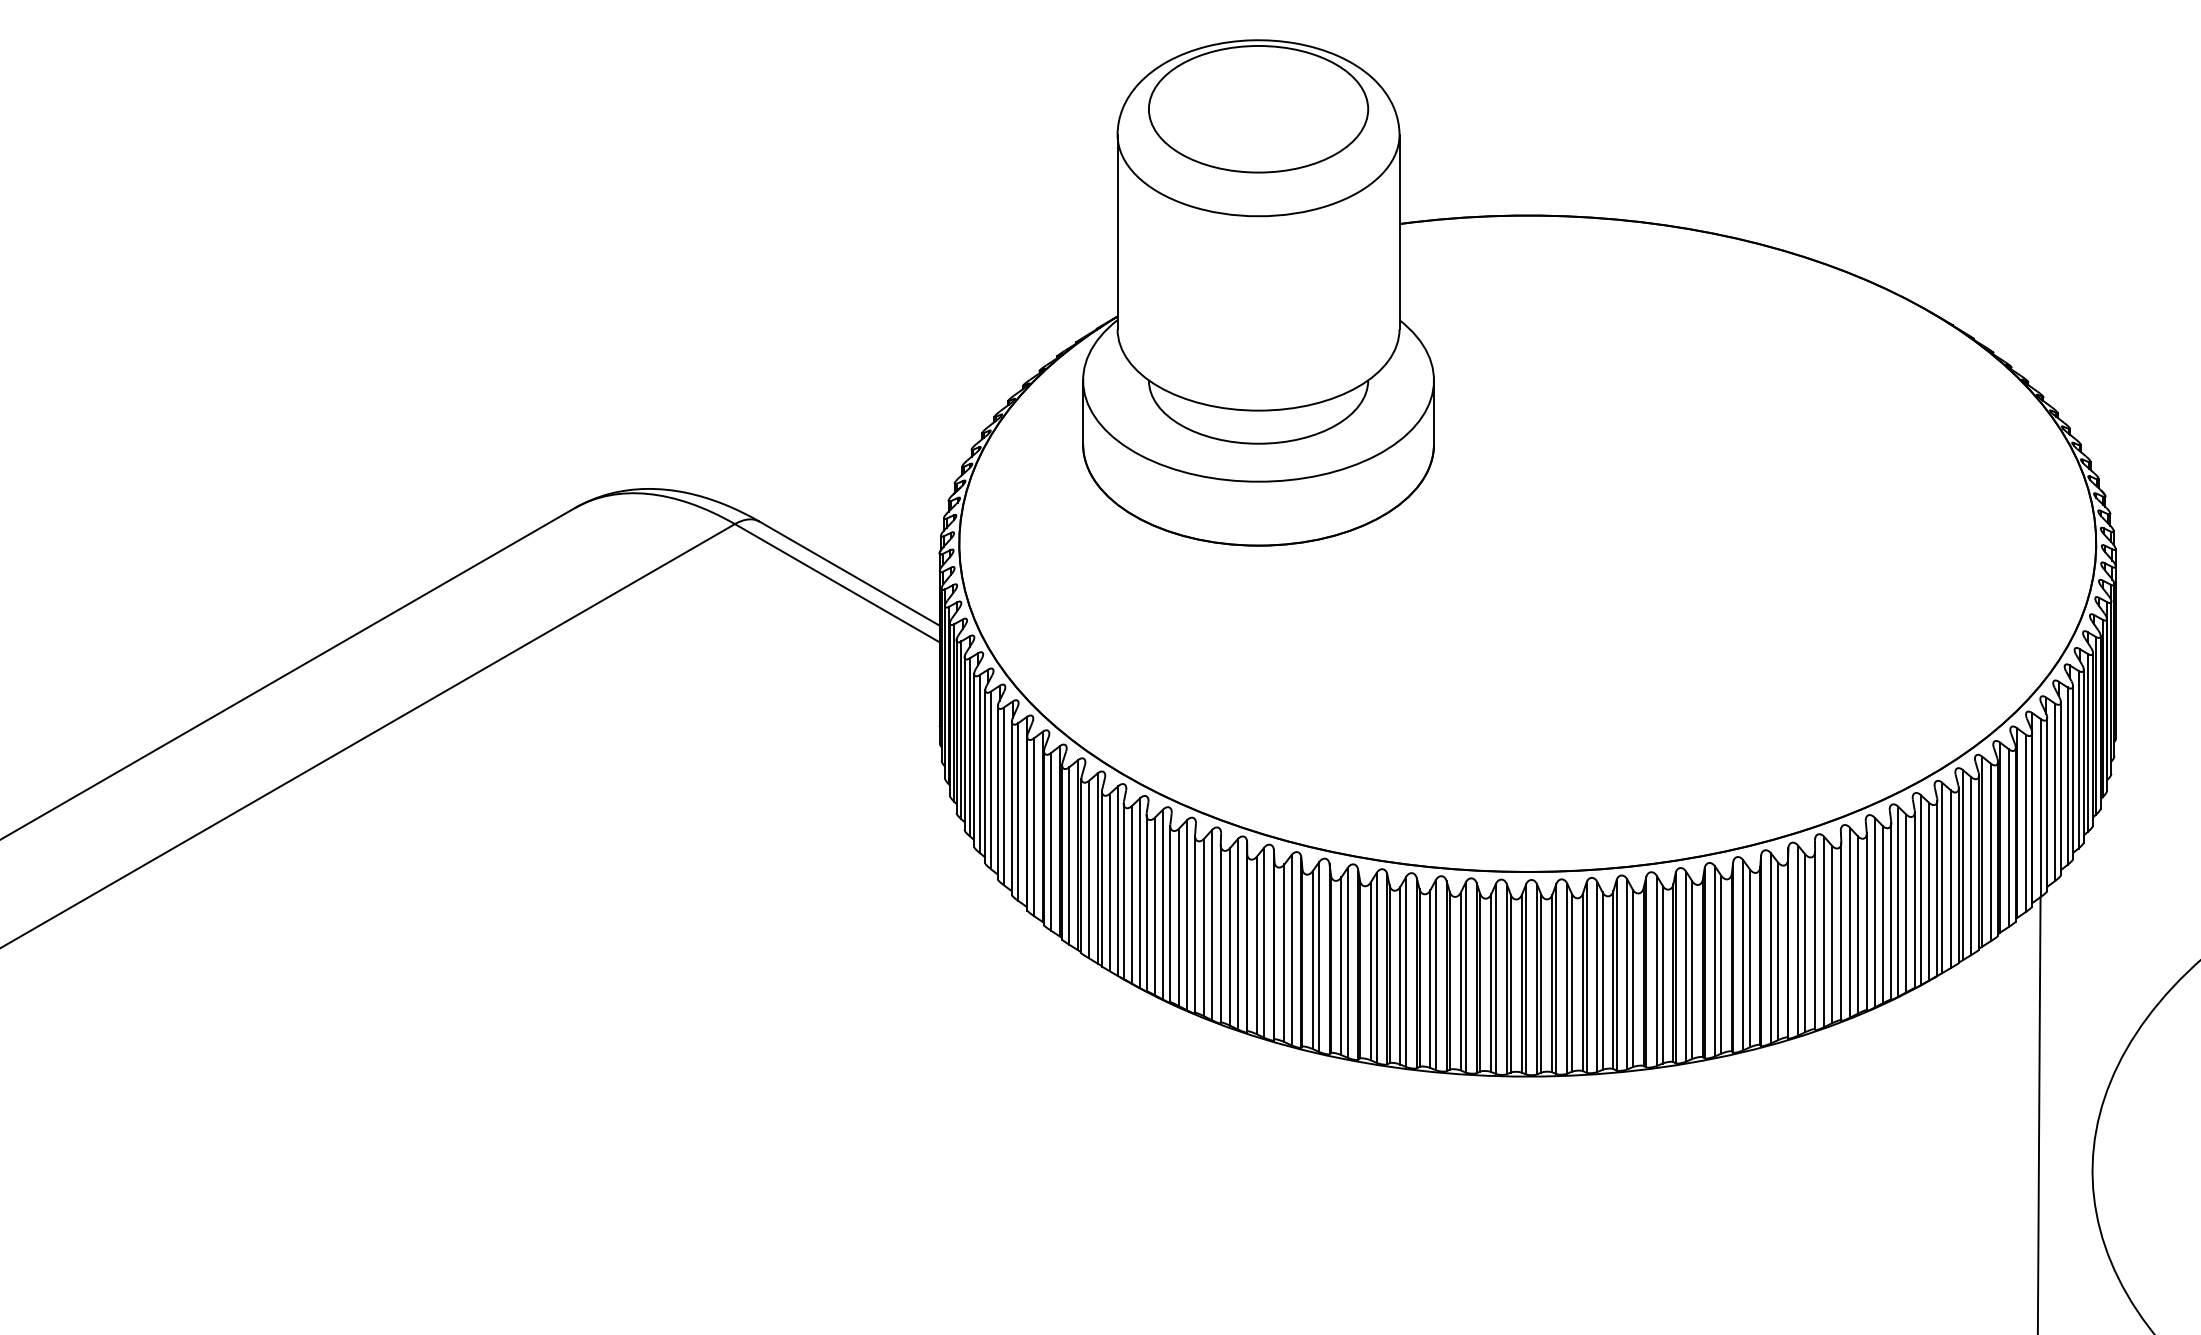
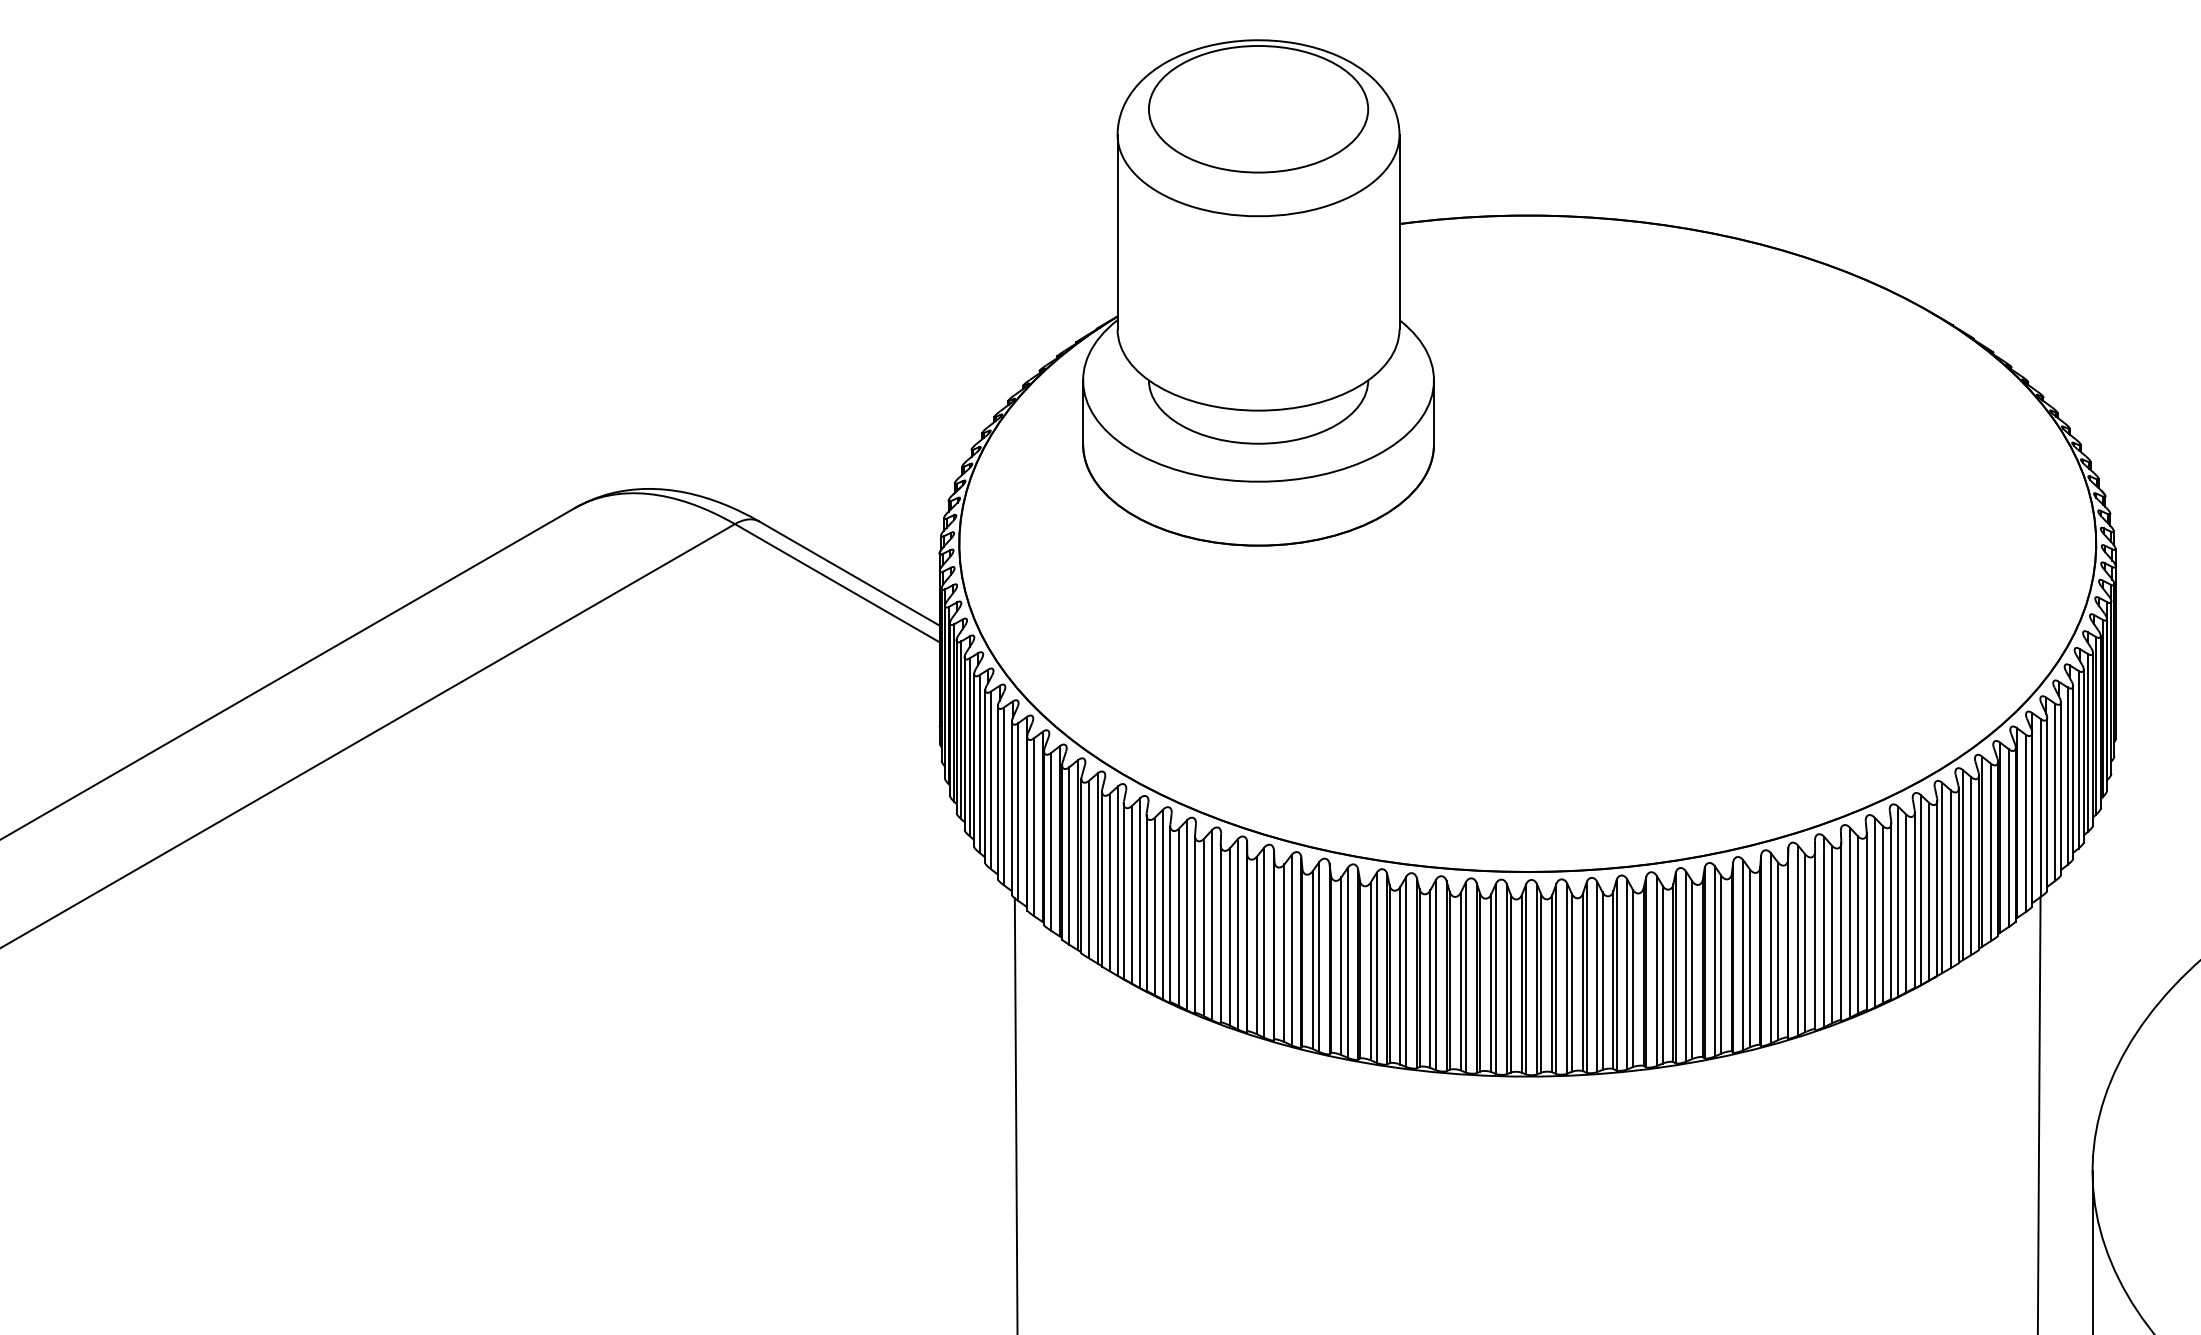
line at (1015, 1114): none -> present
line at (2092, 1251): none -> present
